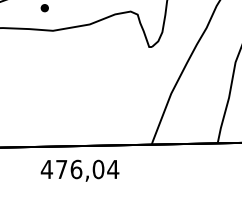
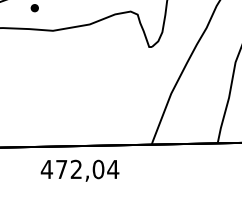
part at (44, 8) position: (44, 8) -> (34, 8)
text at (76, 169): 476,04 -> 472,04
